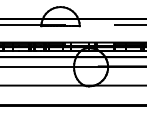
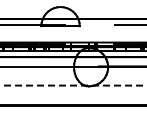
line at (73, 85): solid -> dashed
